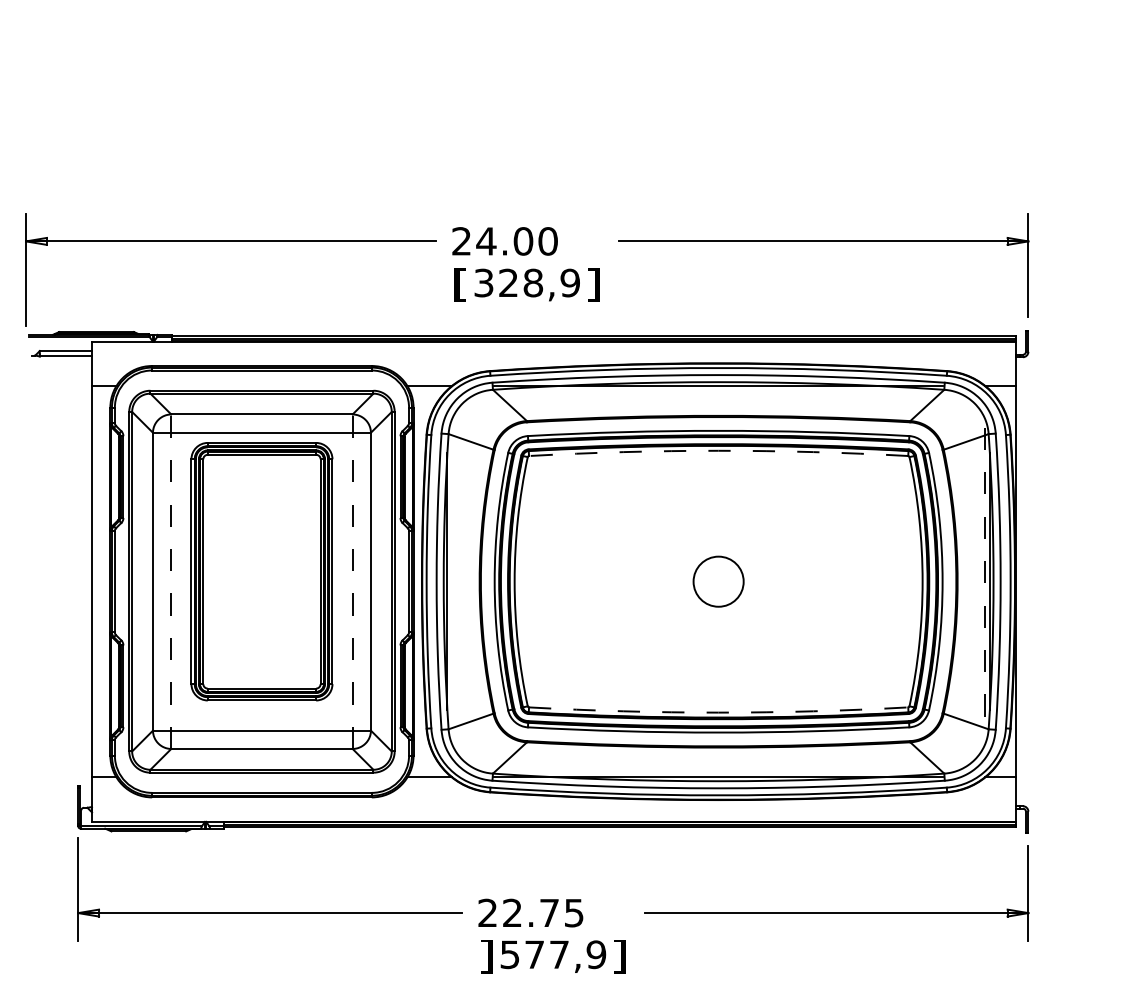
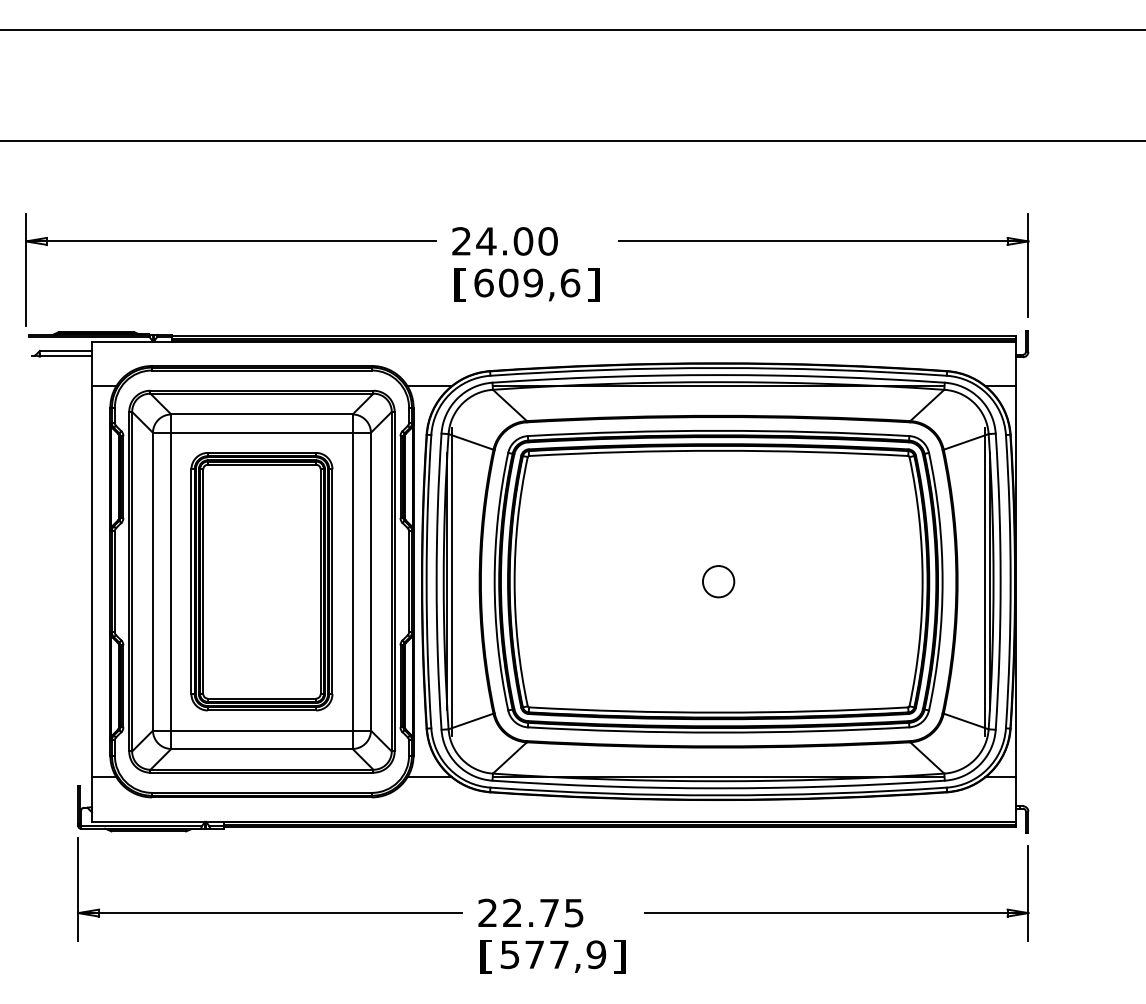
line at (572, 30): none -> present
line at (572, 141): none -> present
text at (527, 282): 328,9 -> 609,6
arc at (718, 450): dashed -> solid
part at (261, 571) position: (261, 571) -> (261, 581)
line at (171, 581): dashed -> solid
line at (352, 581): dashed -> solid
line at (452, 581): none -> present
circle at (718, 581) diameter: 50 px -> 31 px
line at (984, 581): dashed -> solid
arc at (718, 712): dashed -> solid
text at (486, 956): ] -> [
